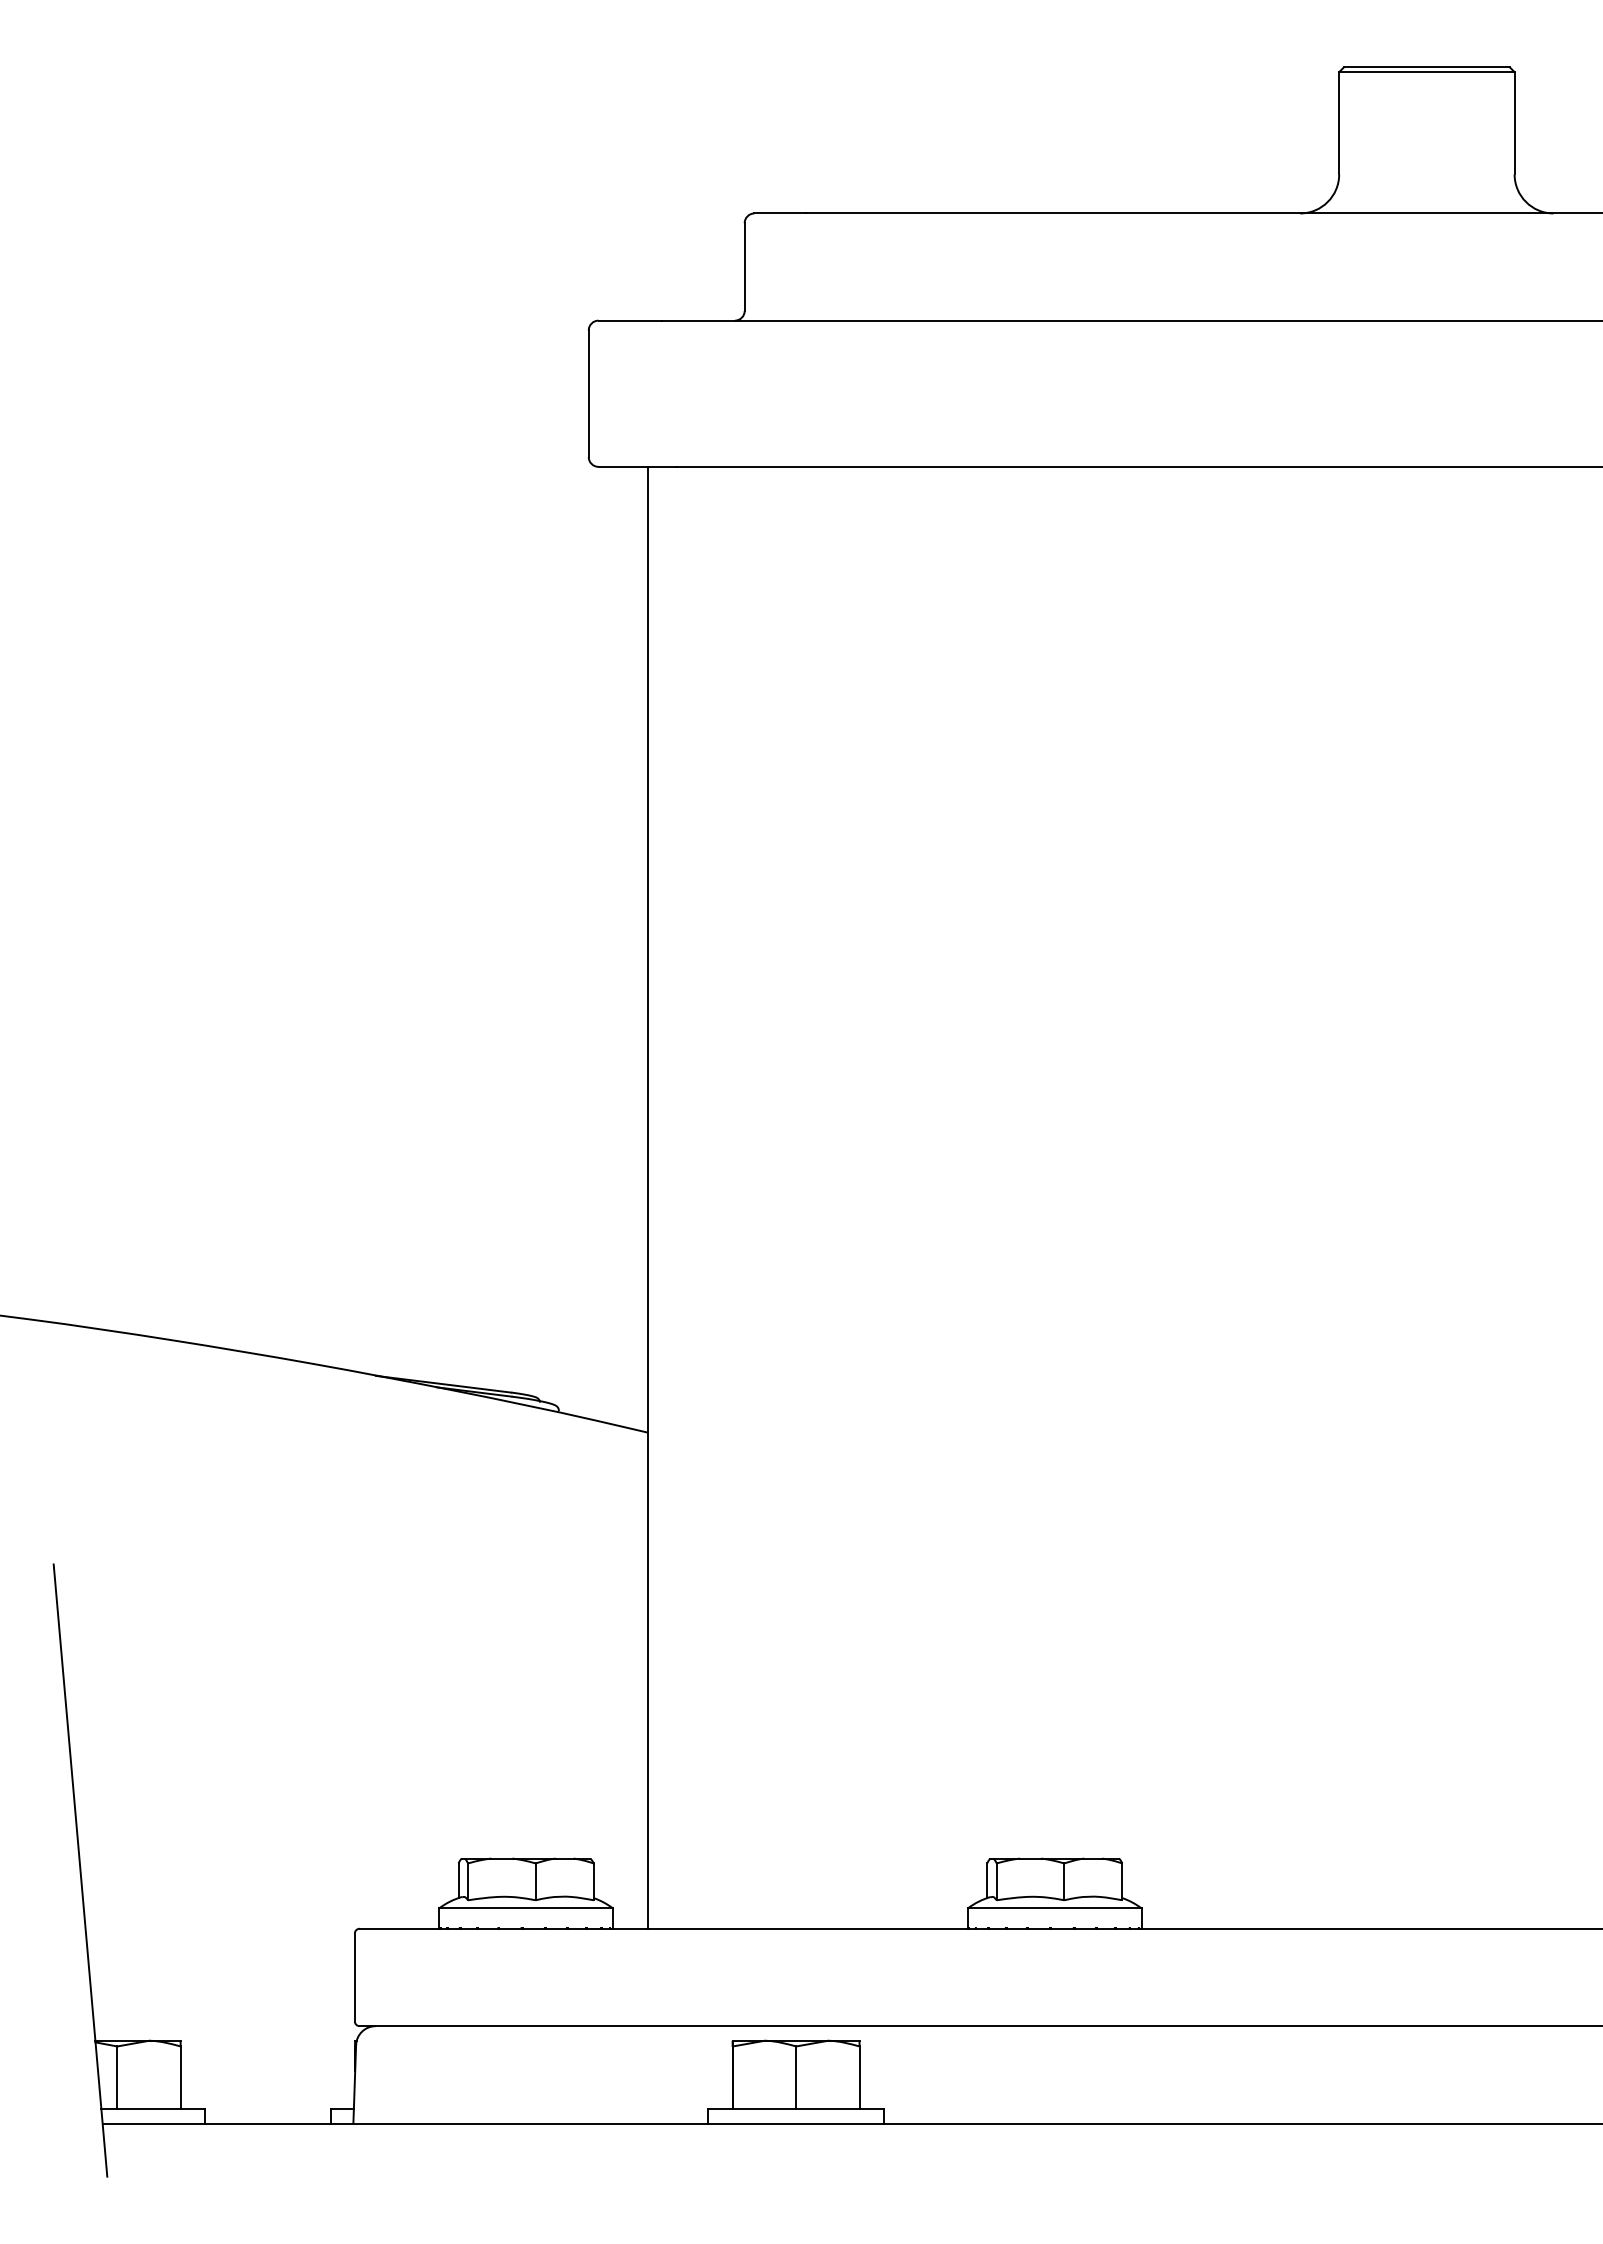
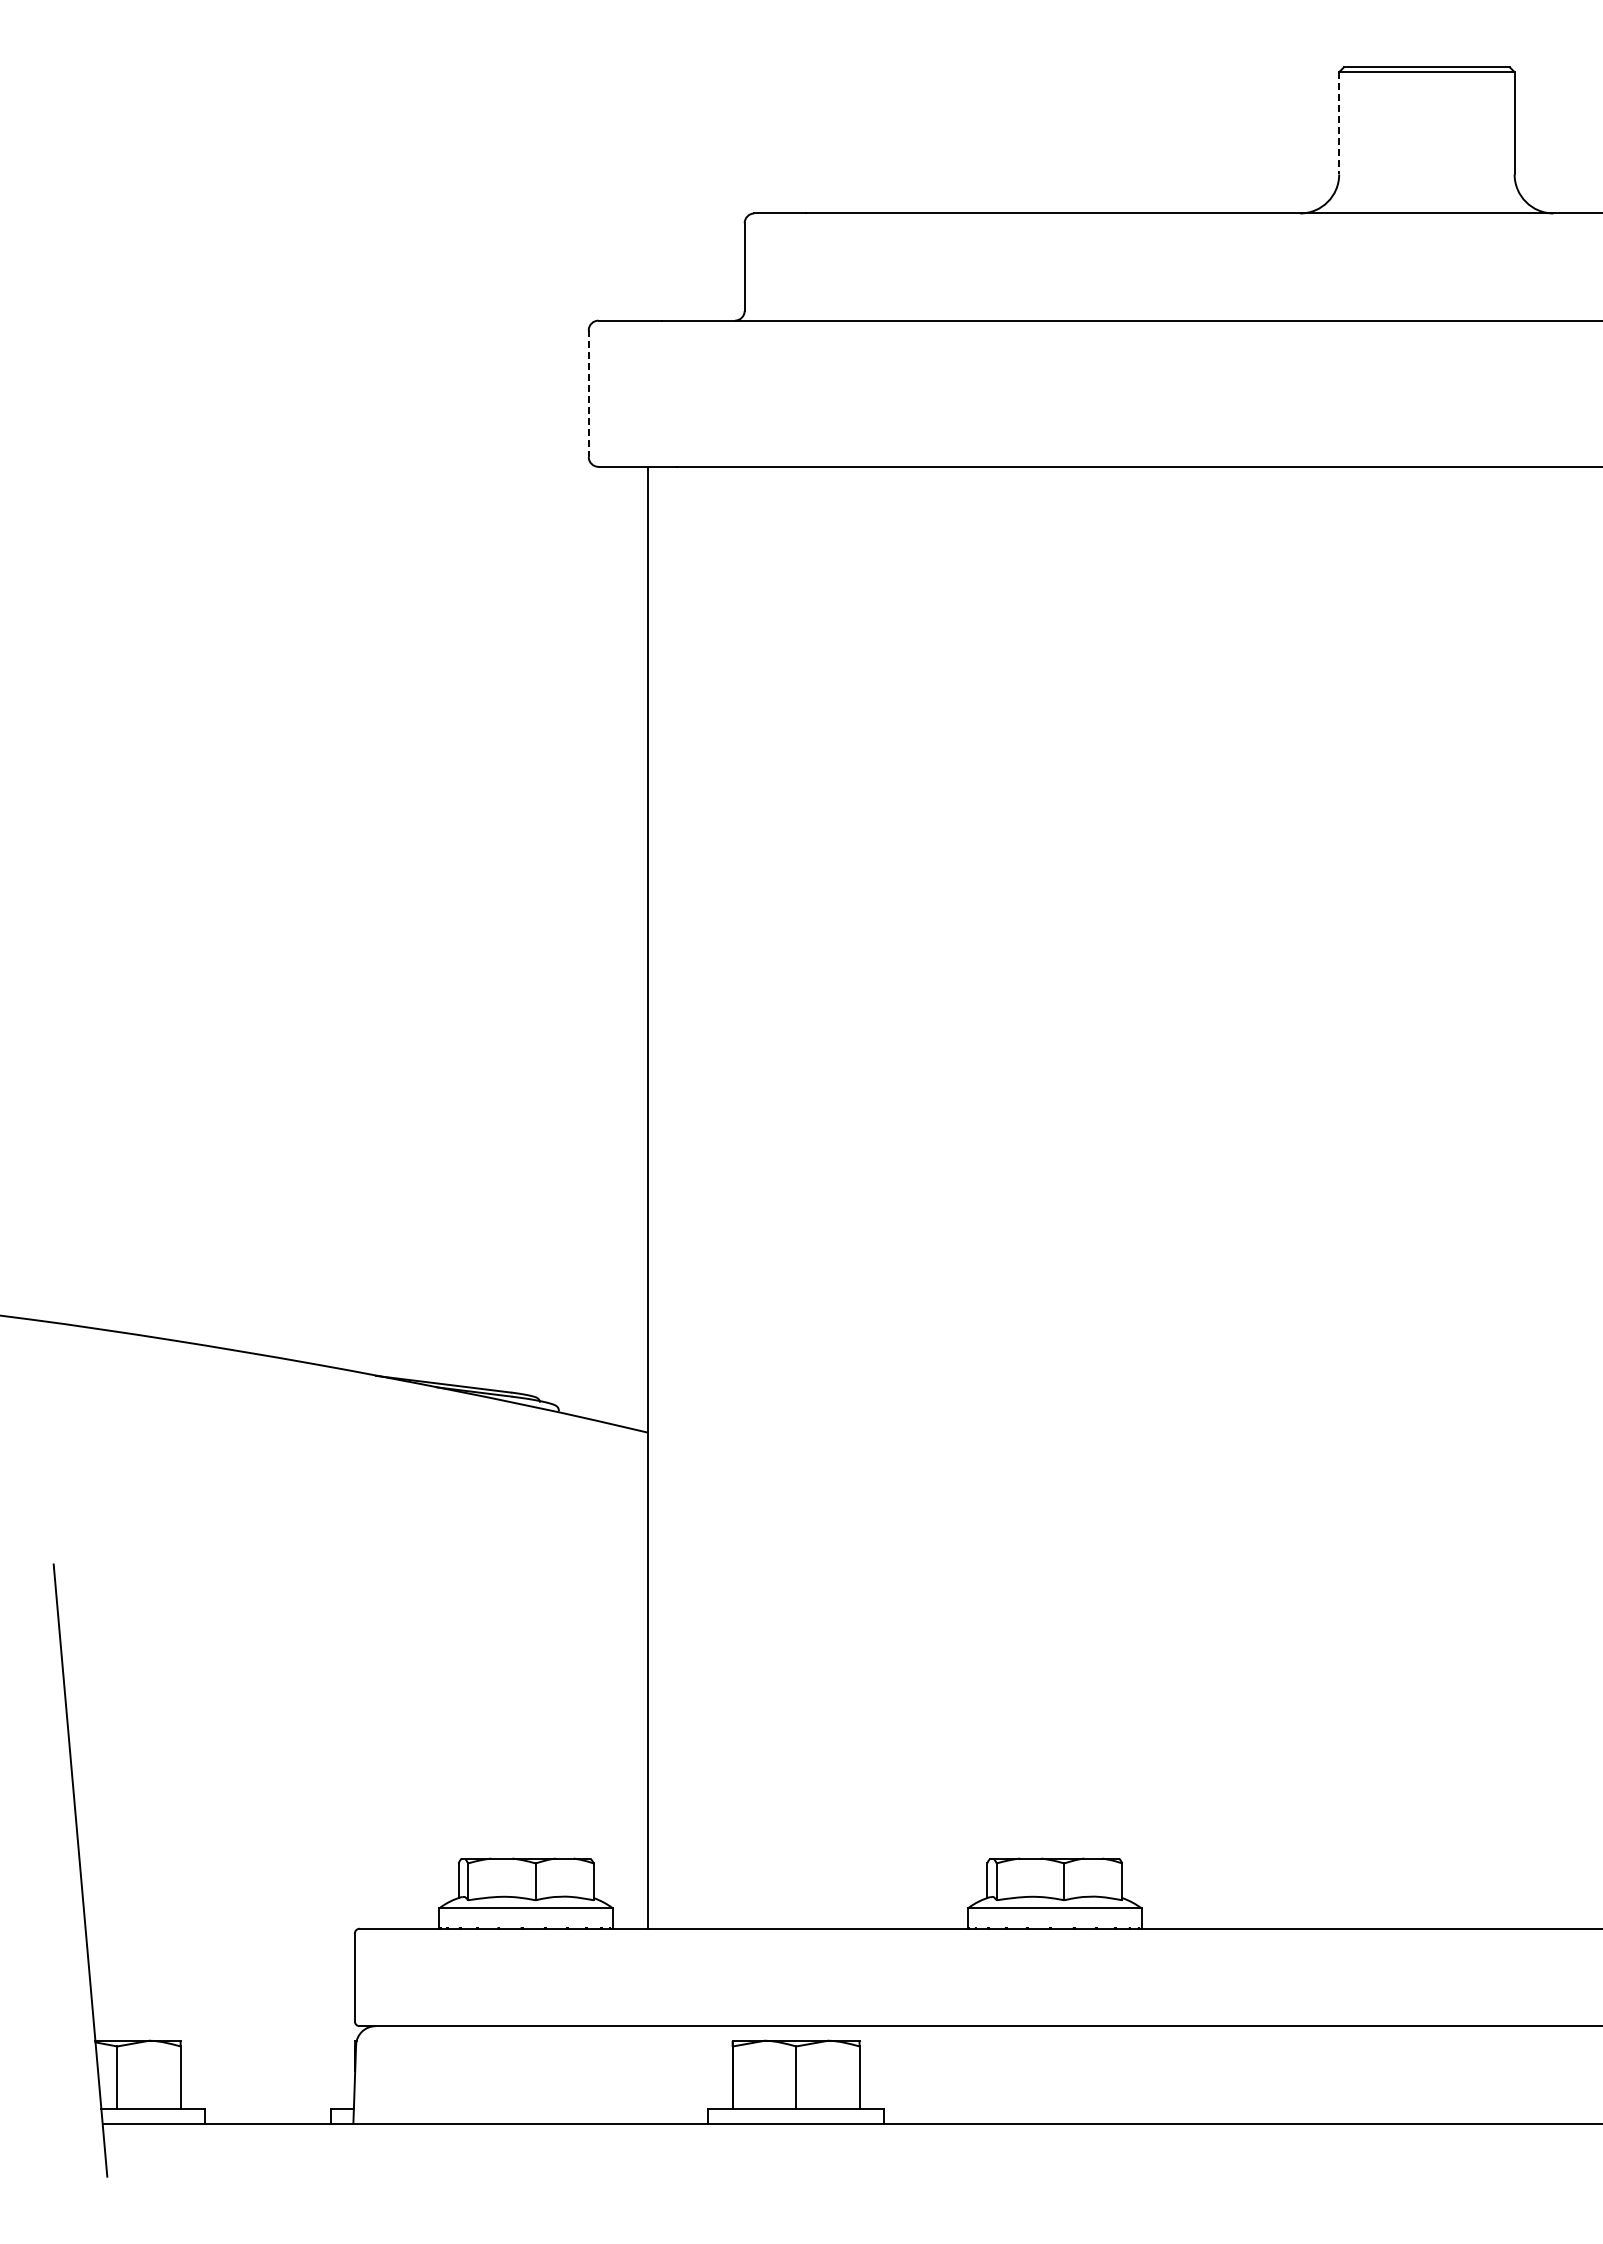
line at (1339, 123): solid -> dashed
line at (588, 394): solid -> dashed
